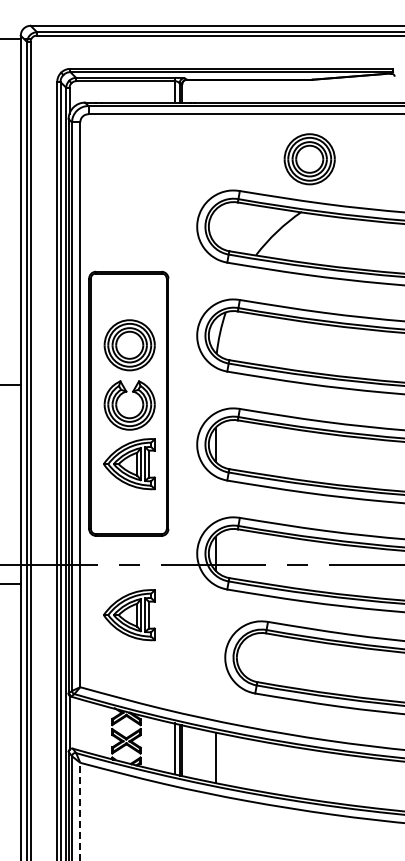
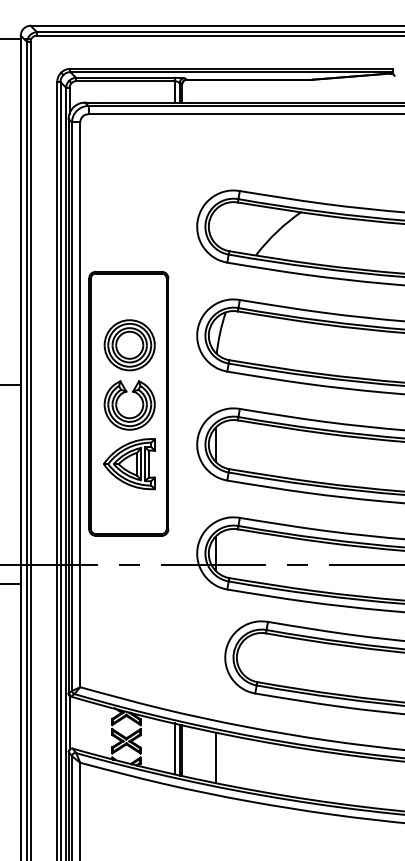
part at (309, 159): present -> none
part at (129, 615): present -> none
line at (80, 811): dashed -> solid
